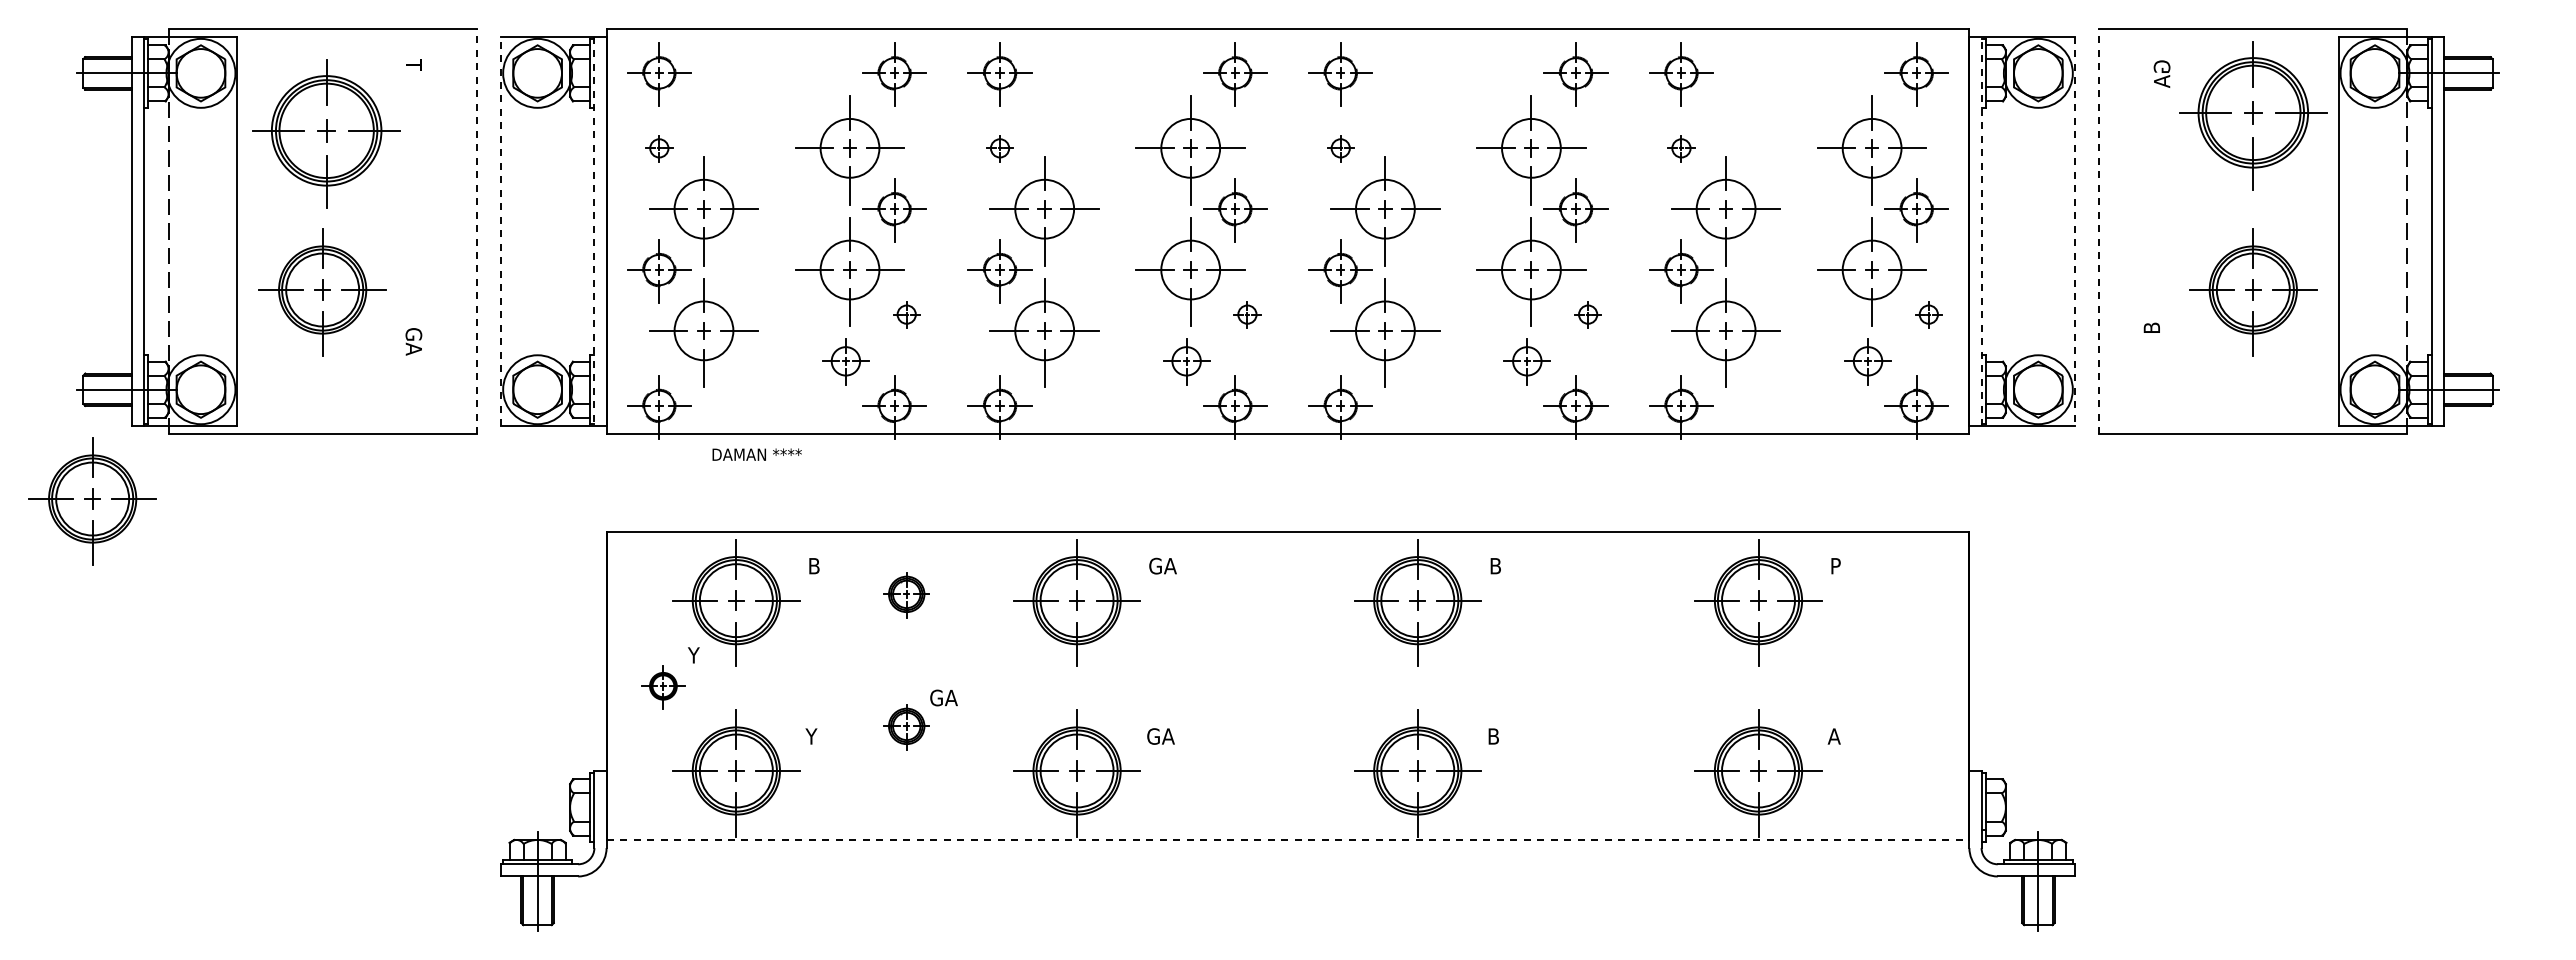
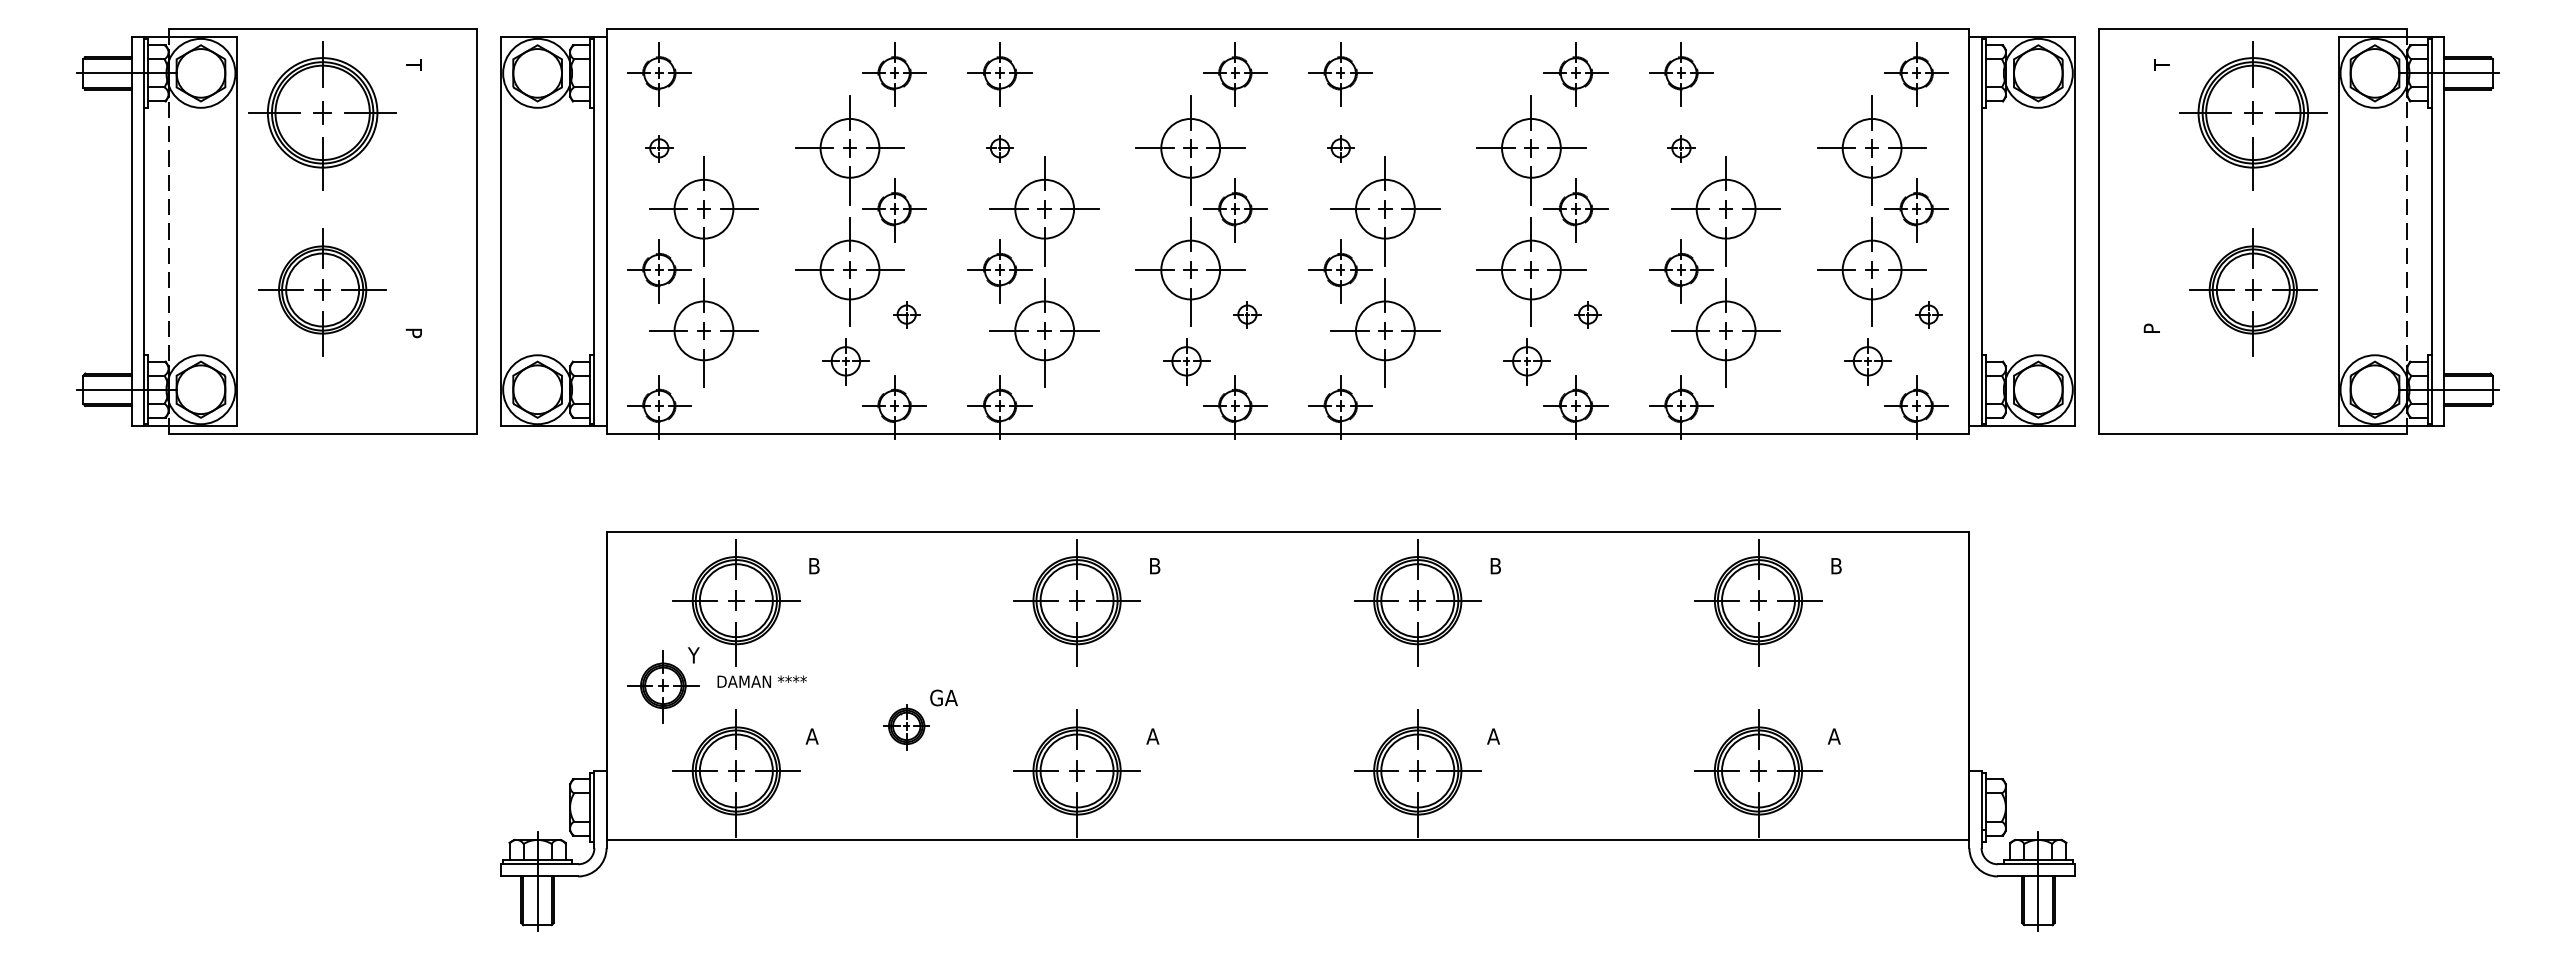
text at (2161, 73): GA -> T
part at (326, 133) position: (326, 133) -> (322, 115)
line at (476, 231): dashed -> solid
line at (501, 231): dashed -> solid
line at (594, 231): dashed -> solid
line at (1981, 231): dashed -> solid
line at (2074, 231): dashed -> solid
line at (2099, 231): dashed -> solid
text at (2151, 326): B -> P
text at (413, 341): GA -> P
text at (756, 454) position: (756, 454) -> (761, 681)
part at (92, 501): present -> none
text at (1162, 565): GA -> B
text at (1837, 566): P -> B
part at (906, 595): present -> none
part at (663, 687) size: 45x45 px -> 73x74 px
text at (811, 736): Y -> A
text at (1160, 736): GA -> A
text at (1493, 736): B -> A
line at (1288, 839): dashed -> solid
